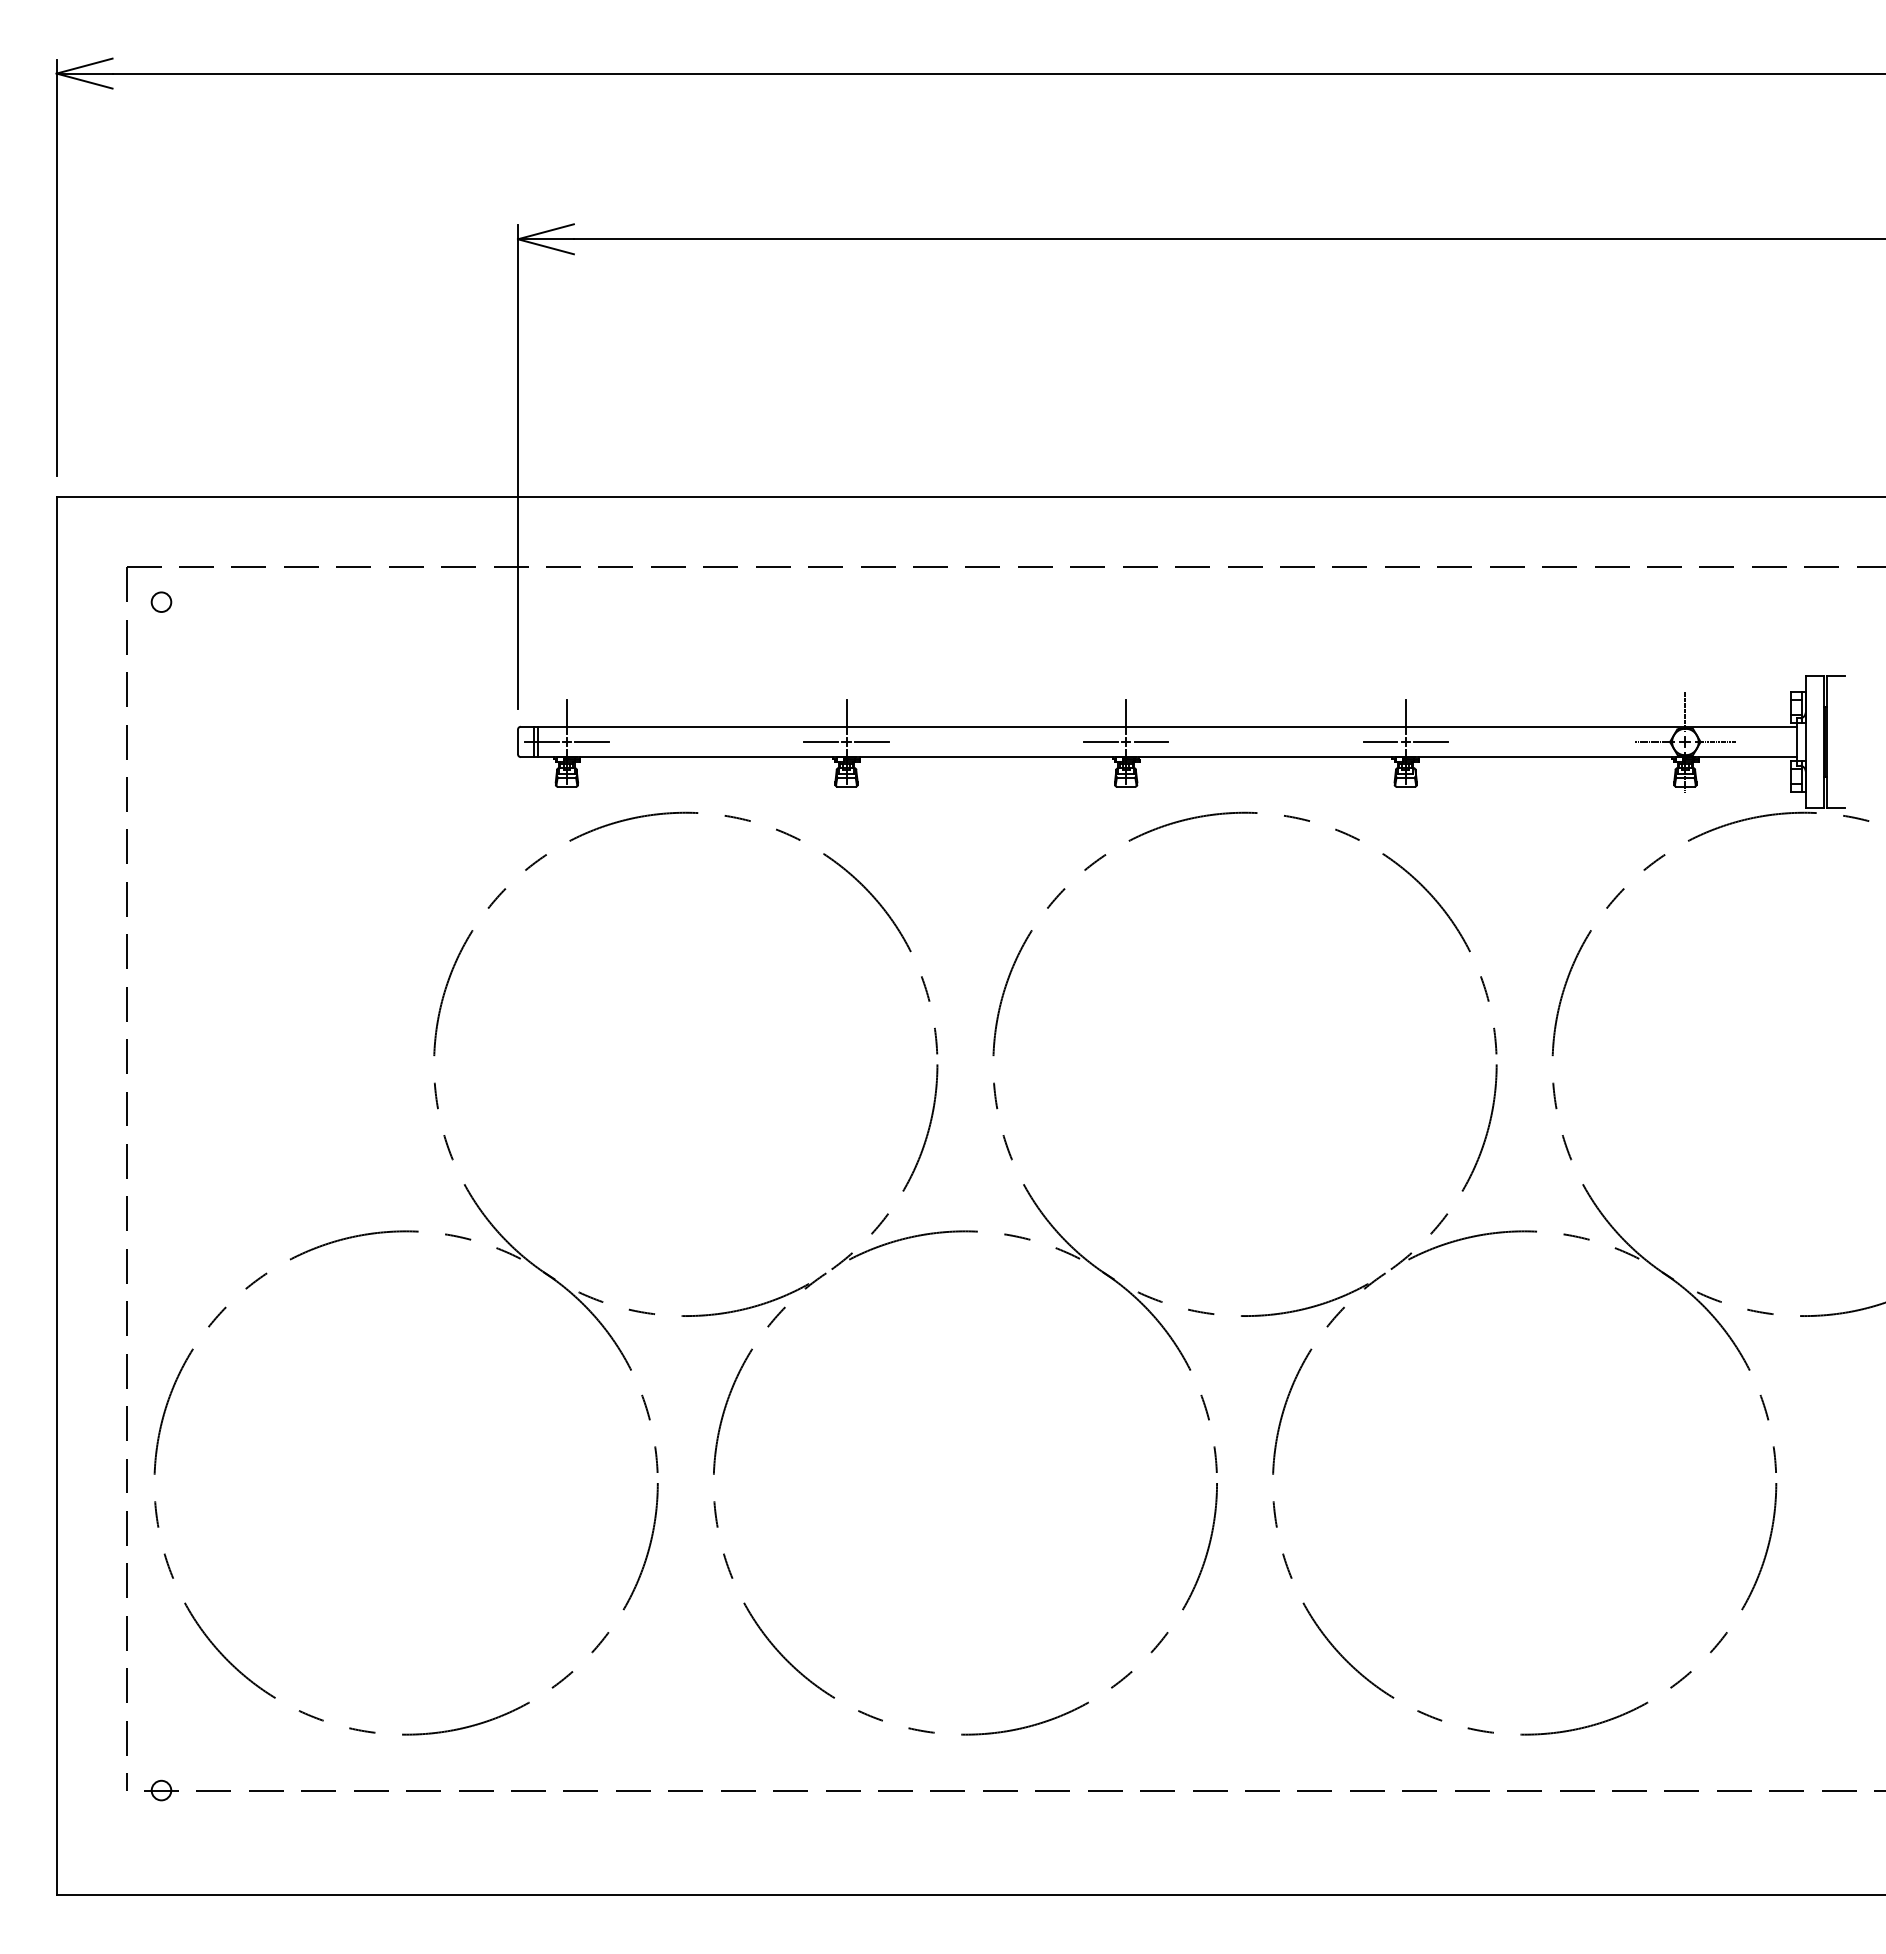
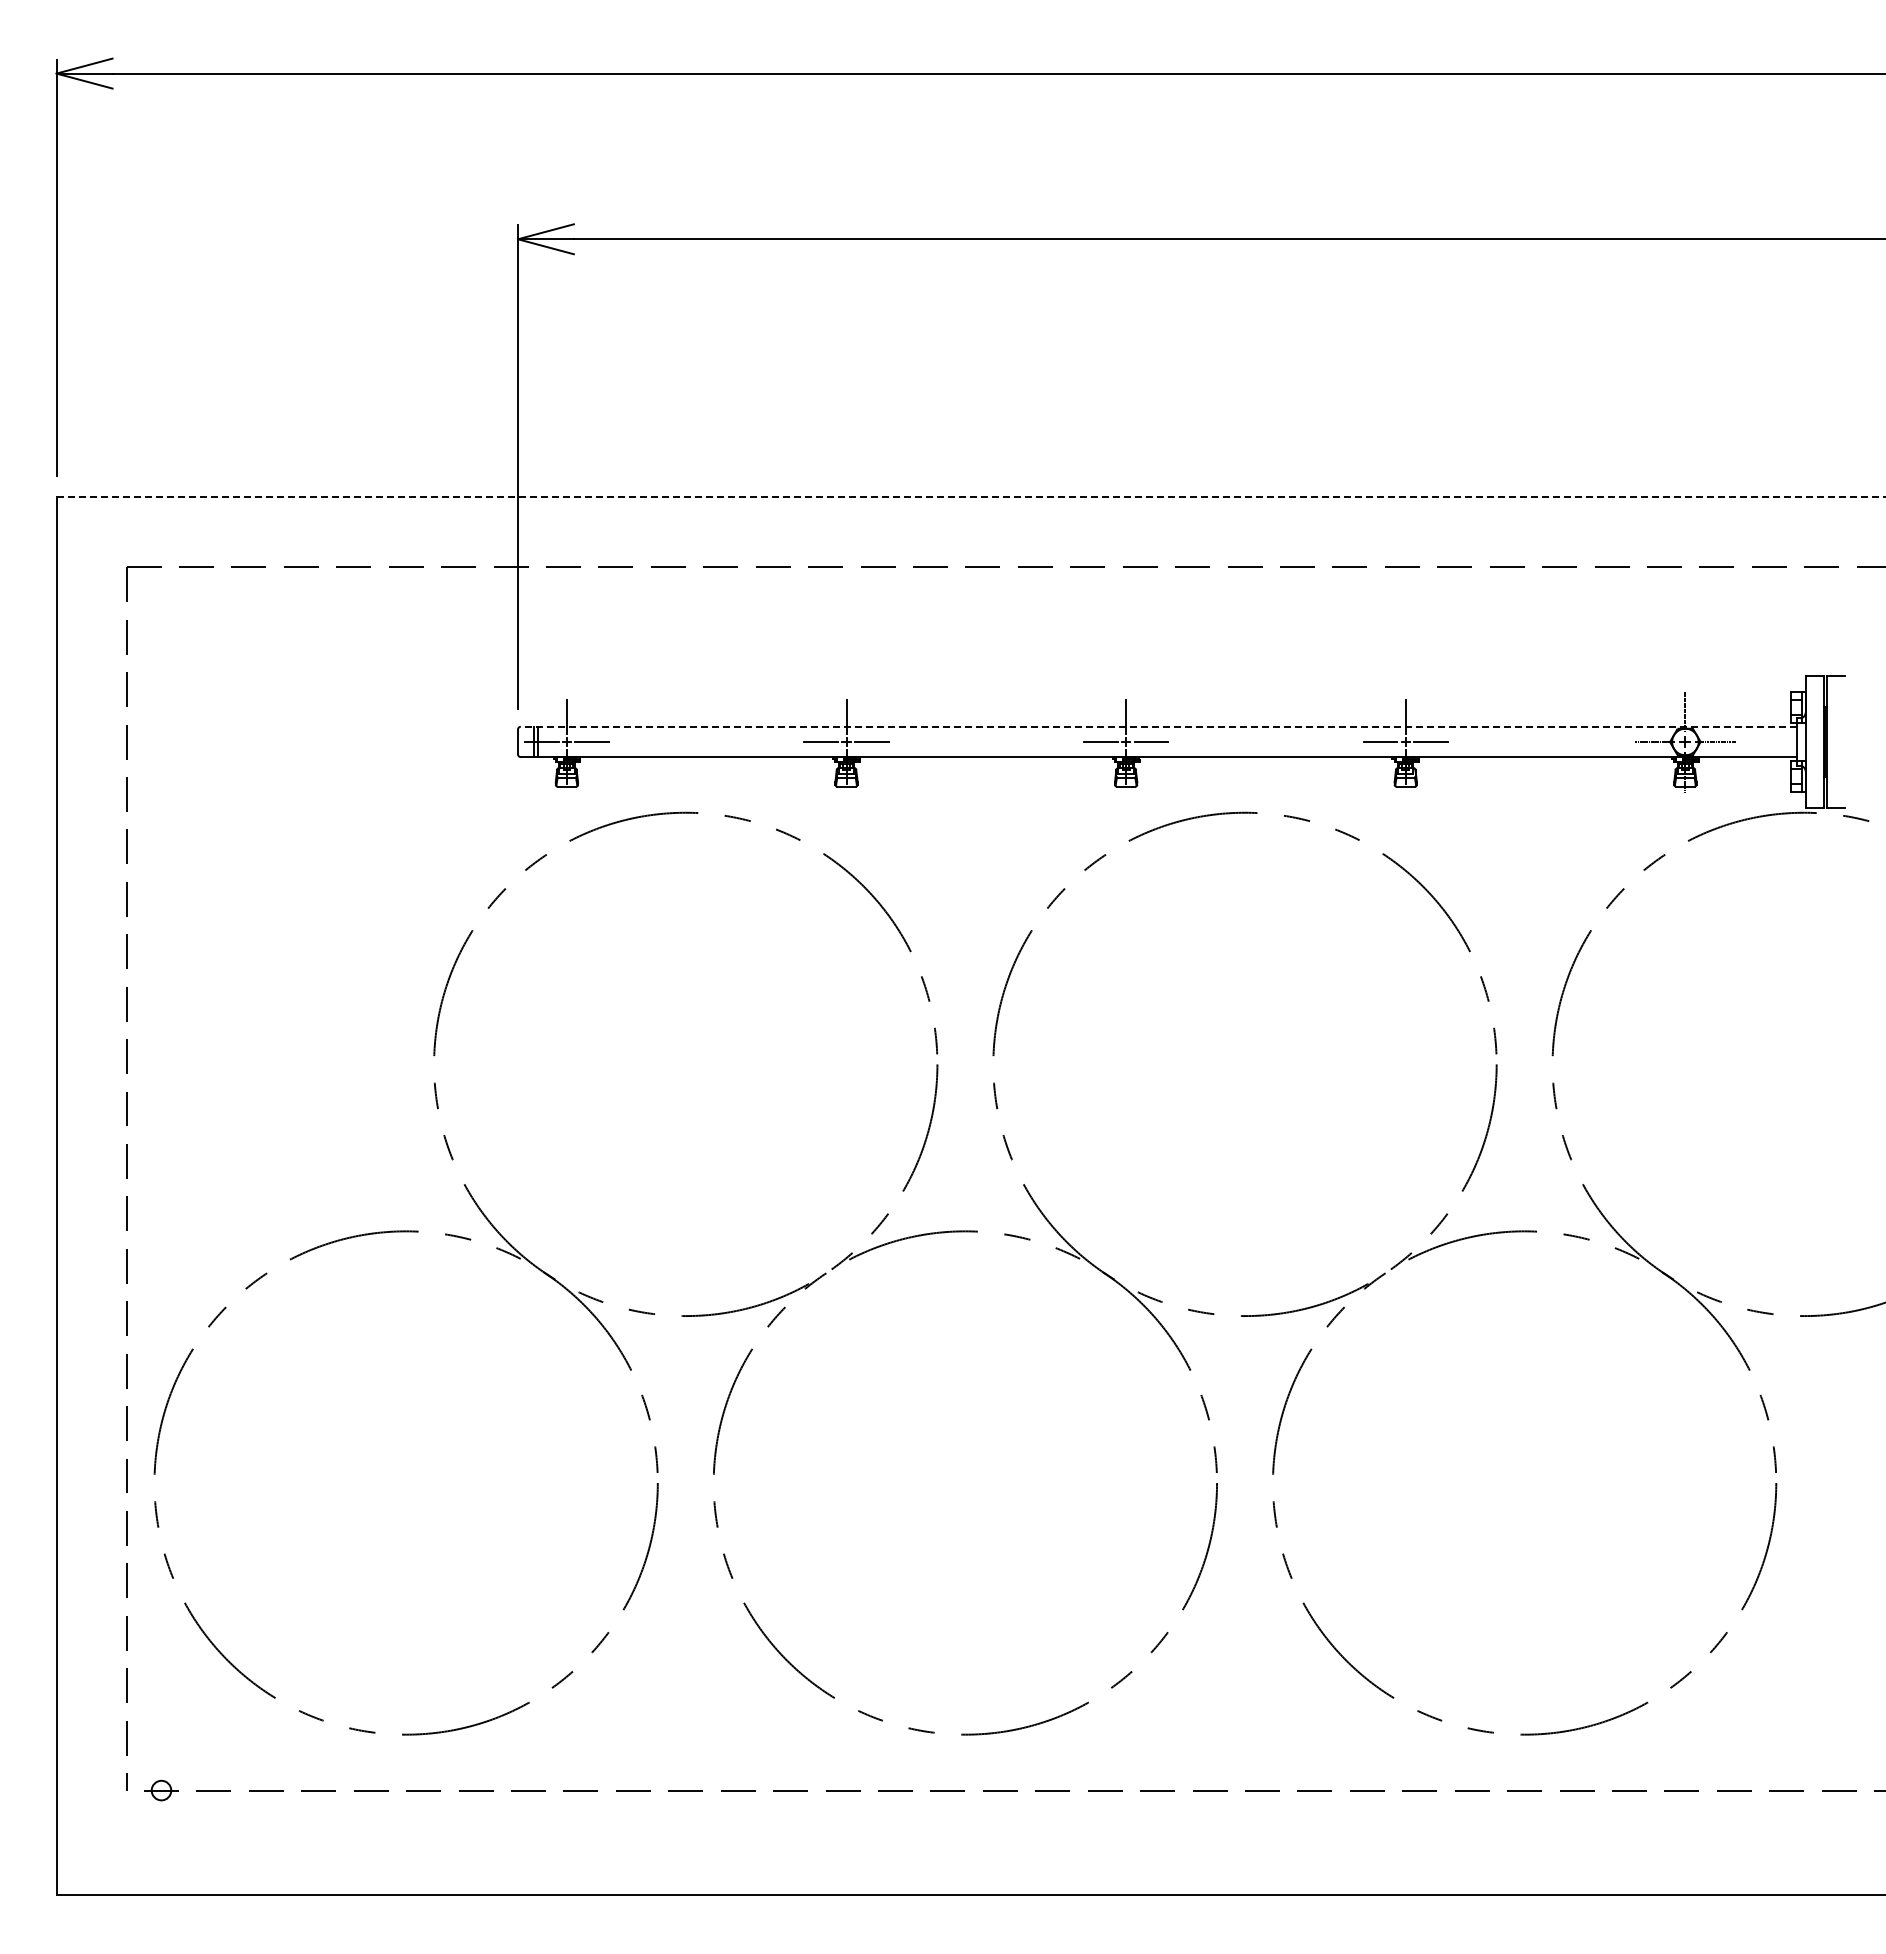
line at (971, 497): solid -> dashed
circle at (161, 601): present -> none
line at (1158, 726): solid -> dashed
